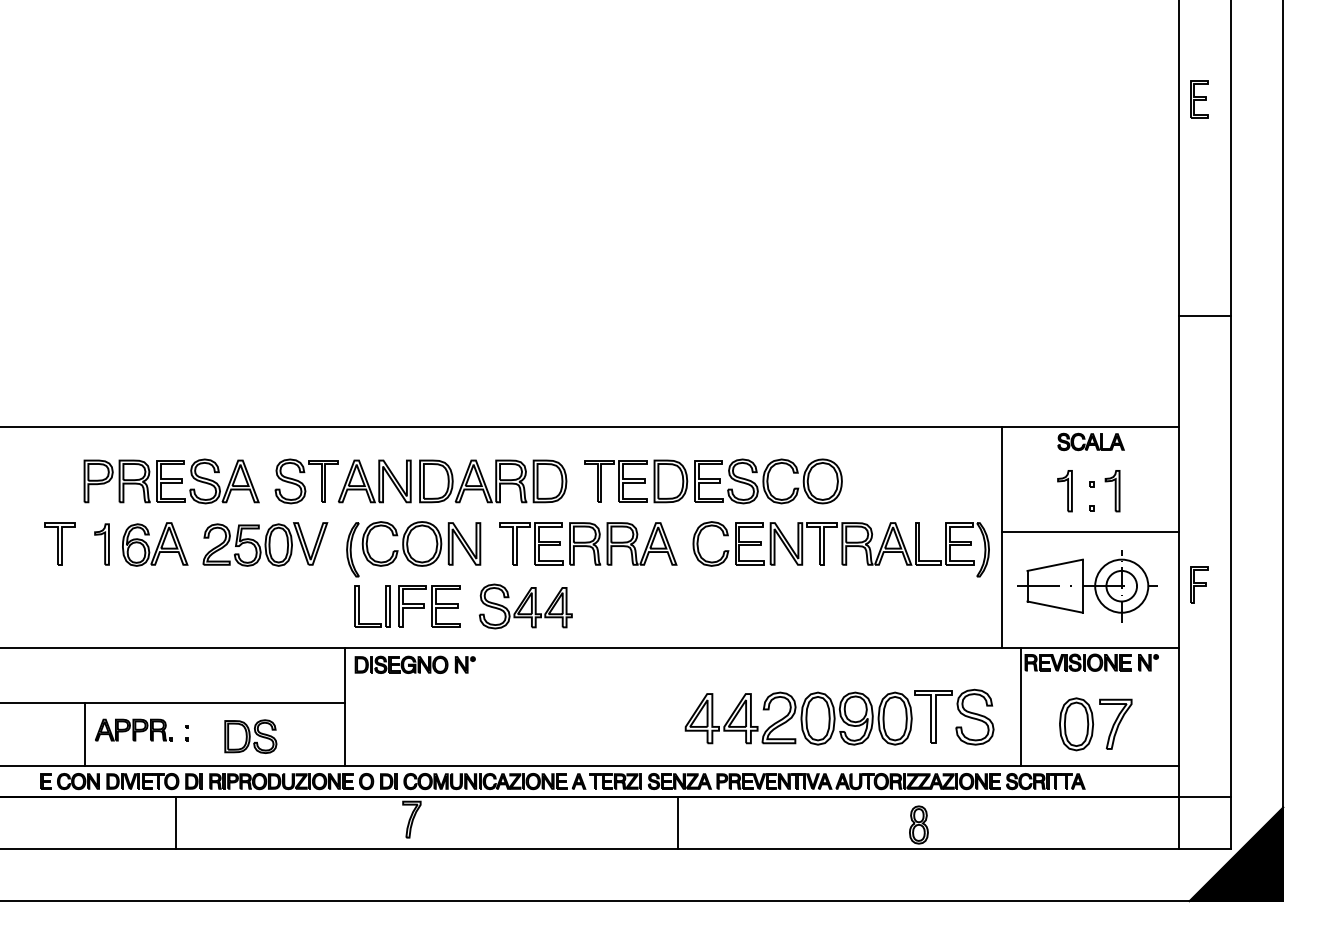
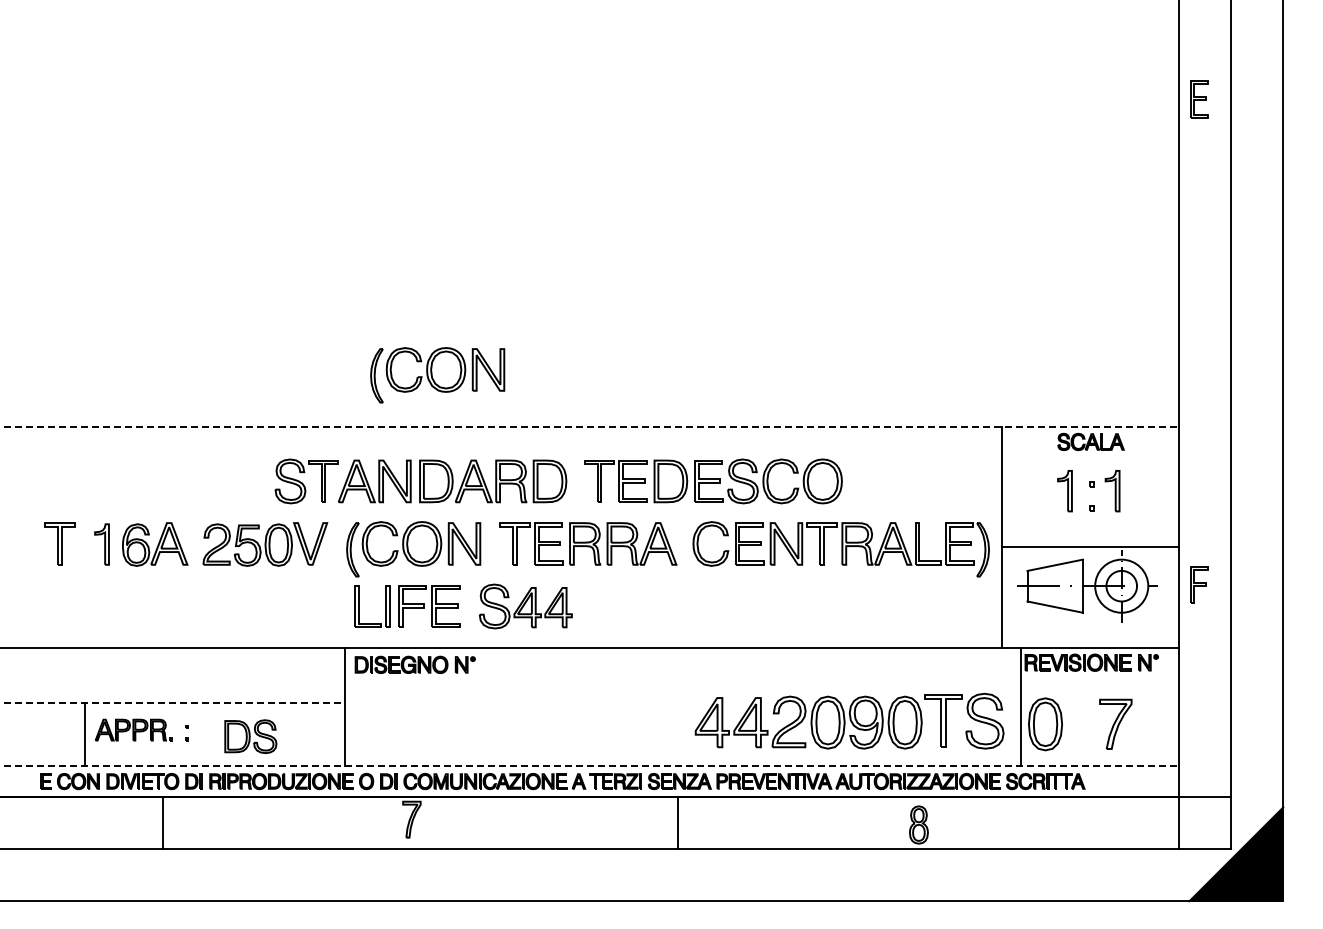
line at (1205, 315): present -> none
part at (437, 375): none -> present
line at (590, 426): solid -> dashed
part at (171, 481): present -> none
line at (1090, 532) position: (1090, 532) -> (1090, 547)
line at (173, 703): solid -> dashed
part at (839, 716) position: (839, 716) -> (849, 720)
part at (1076, 724) position: (1076, 724) -> (1045, 724)
line at (590, 765): solid -> dashed
line at (175, 822) position: (175, 822) -> (162, 822)
